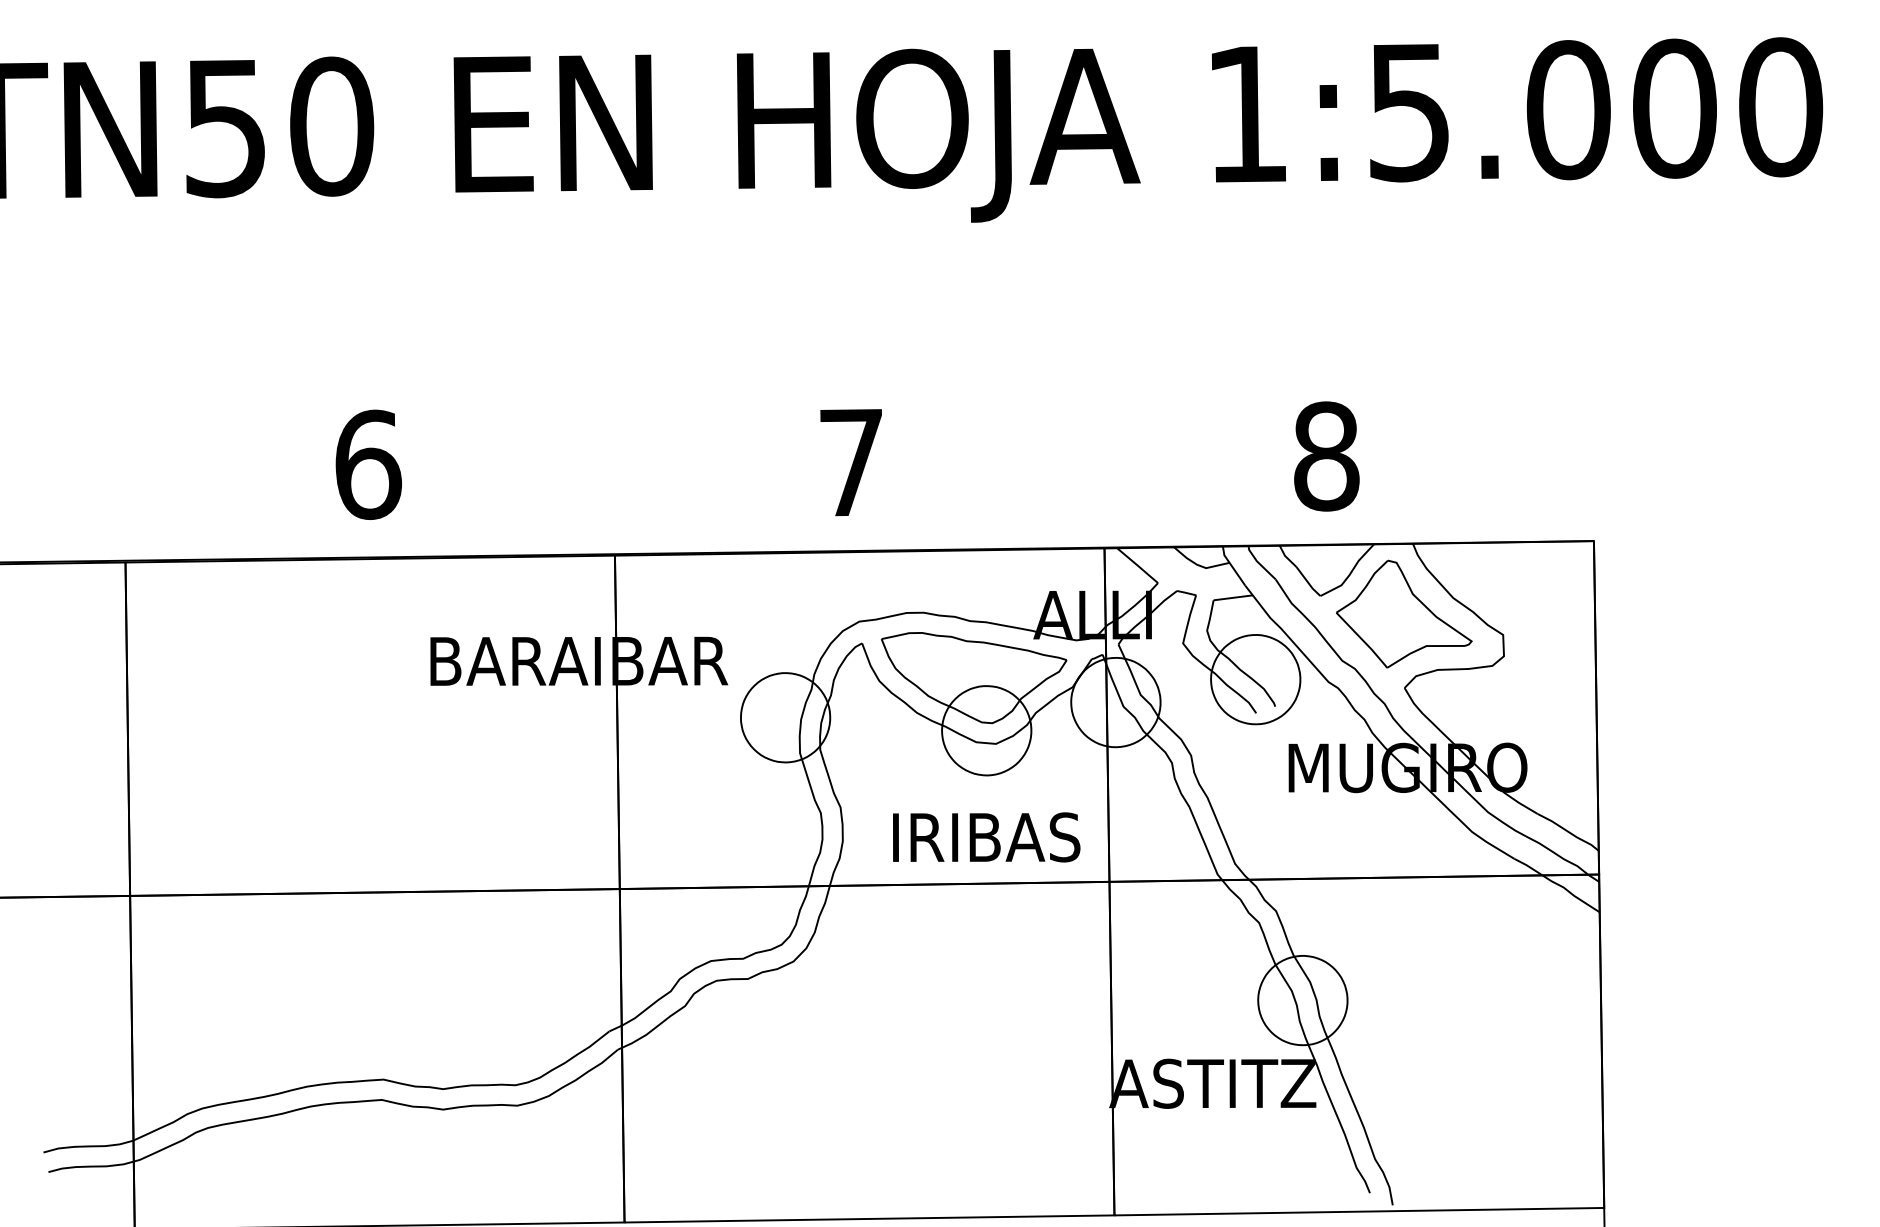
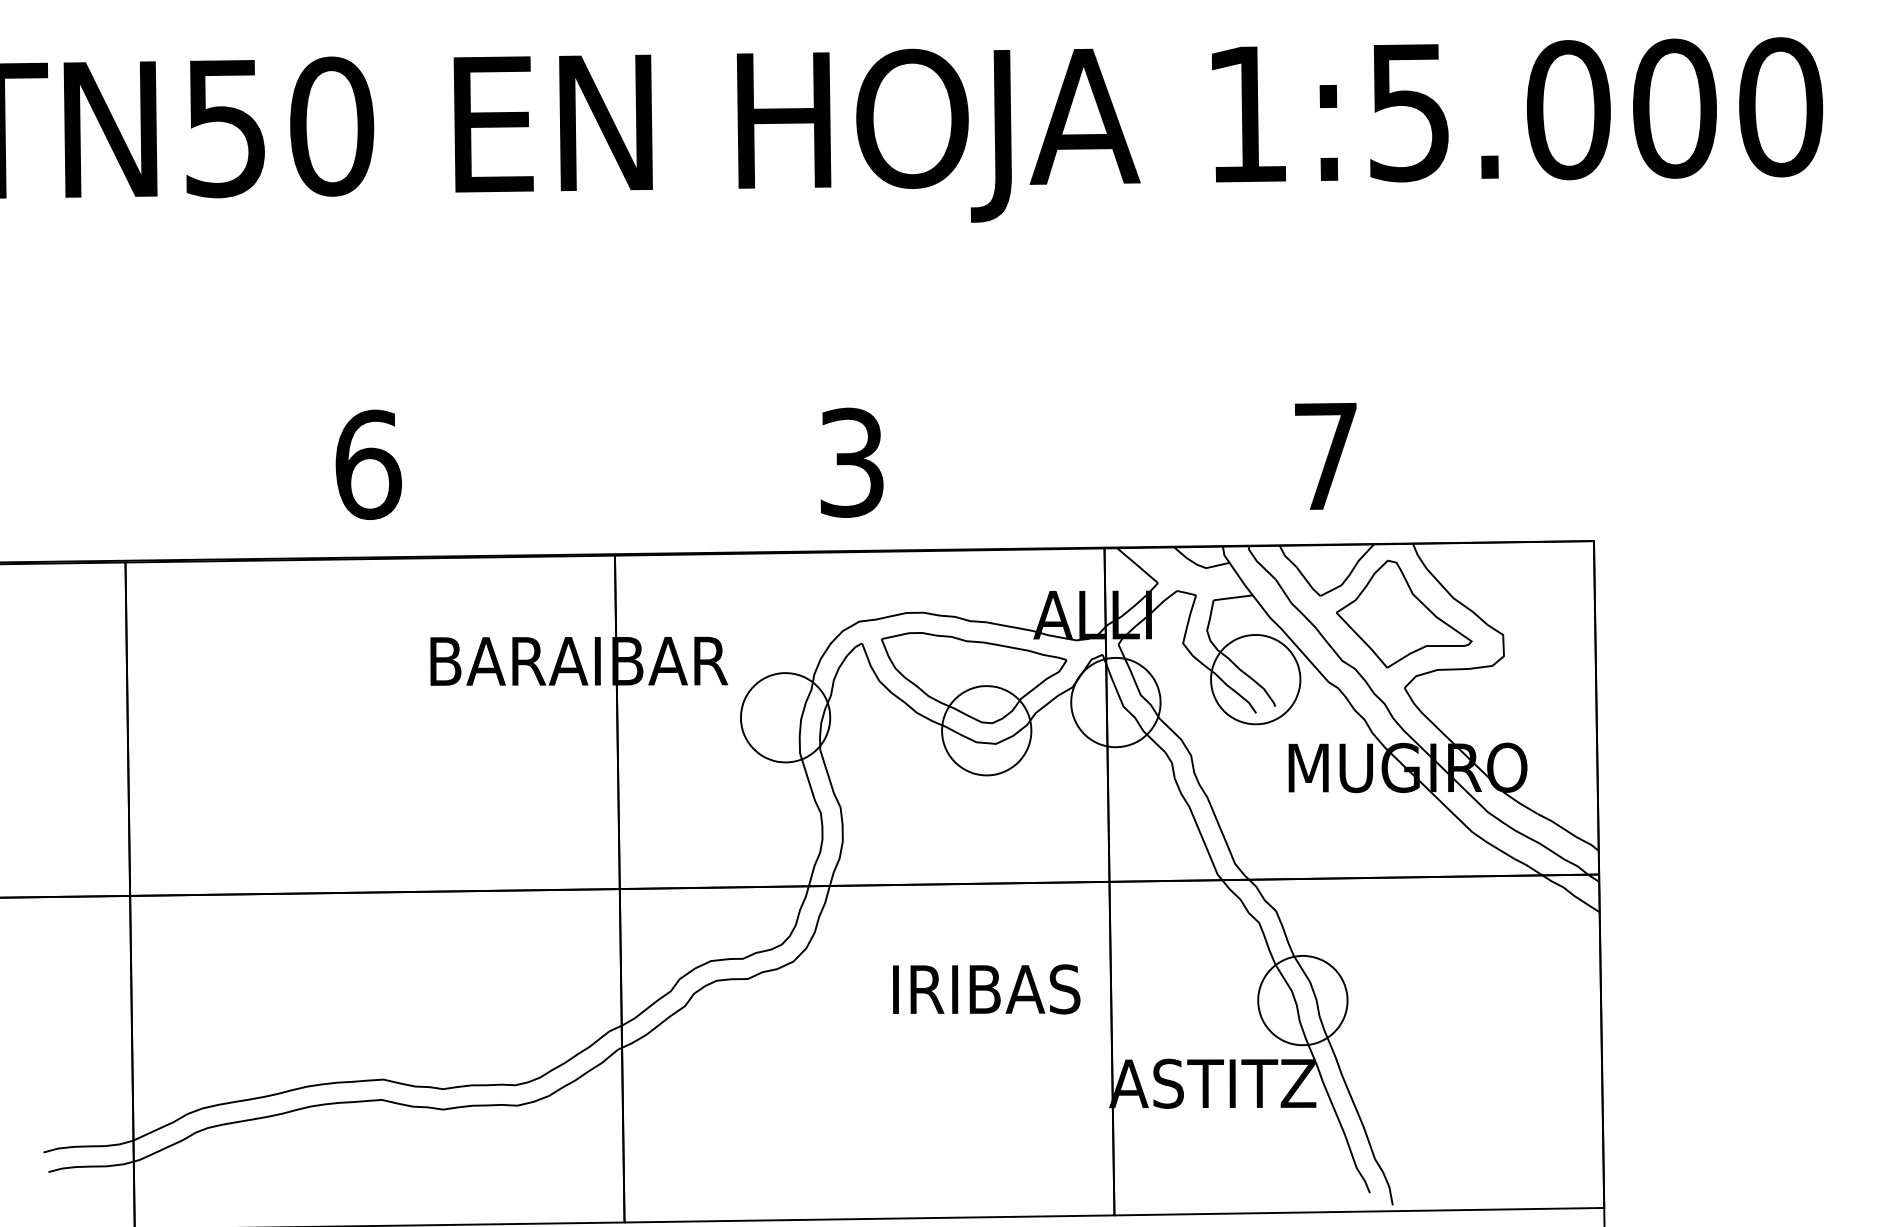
text at (1326, 456): 8 -> 7
text at (851, 462): 7 -> 3
text at (986, 837) position: (986, 837) -> (986, 989)
